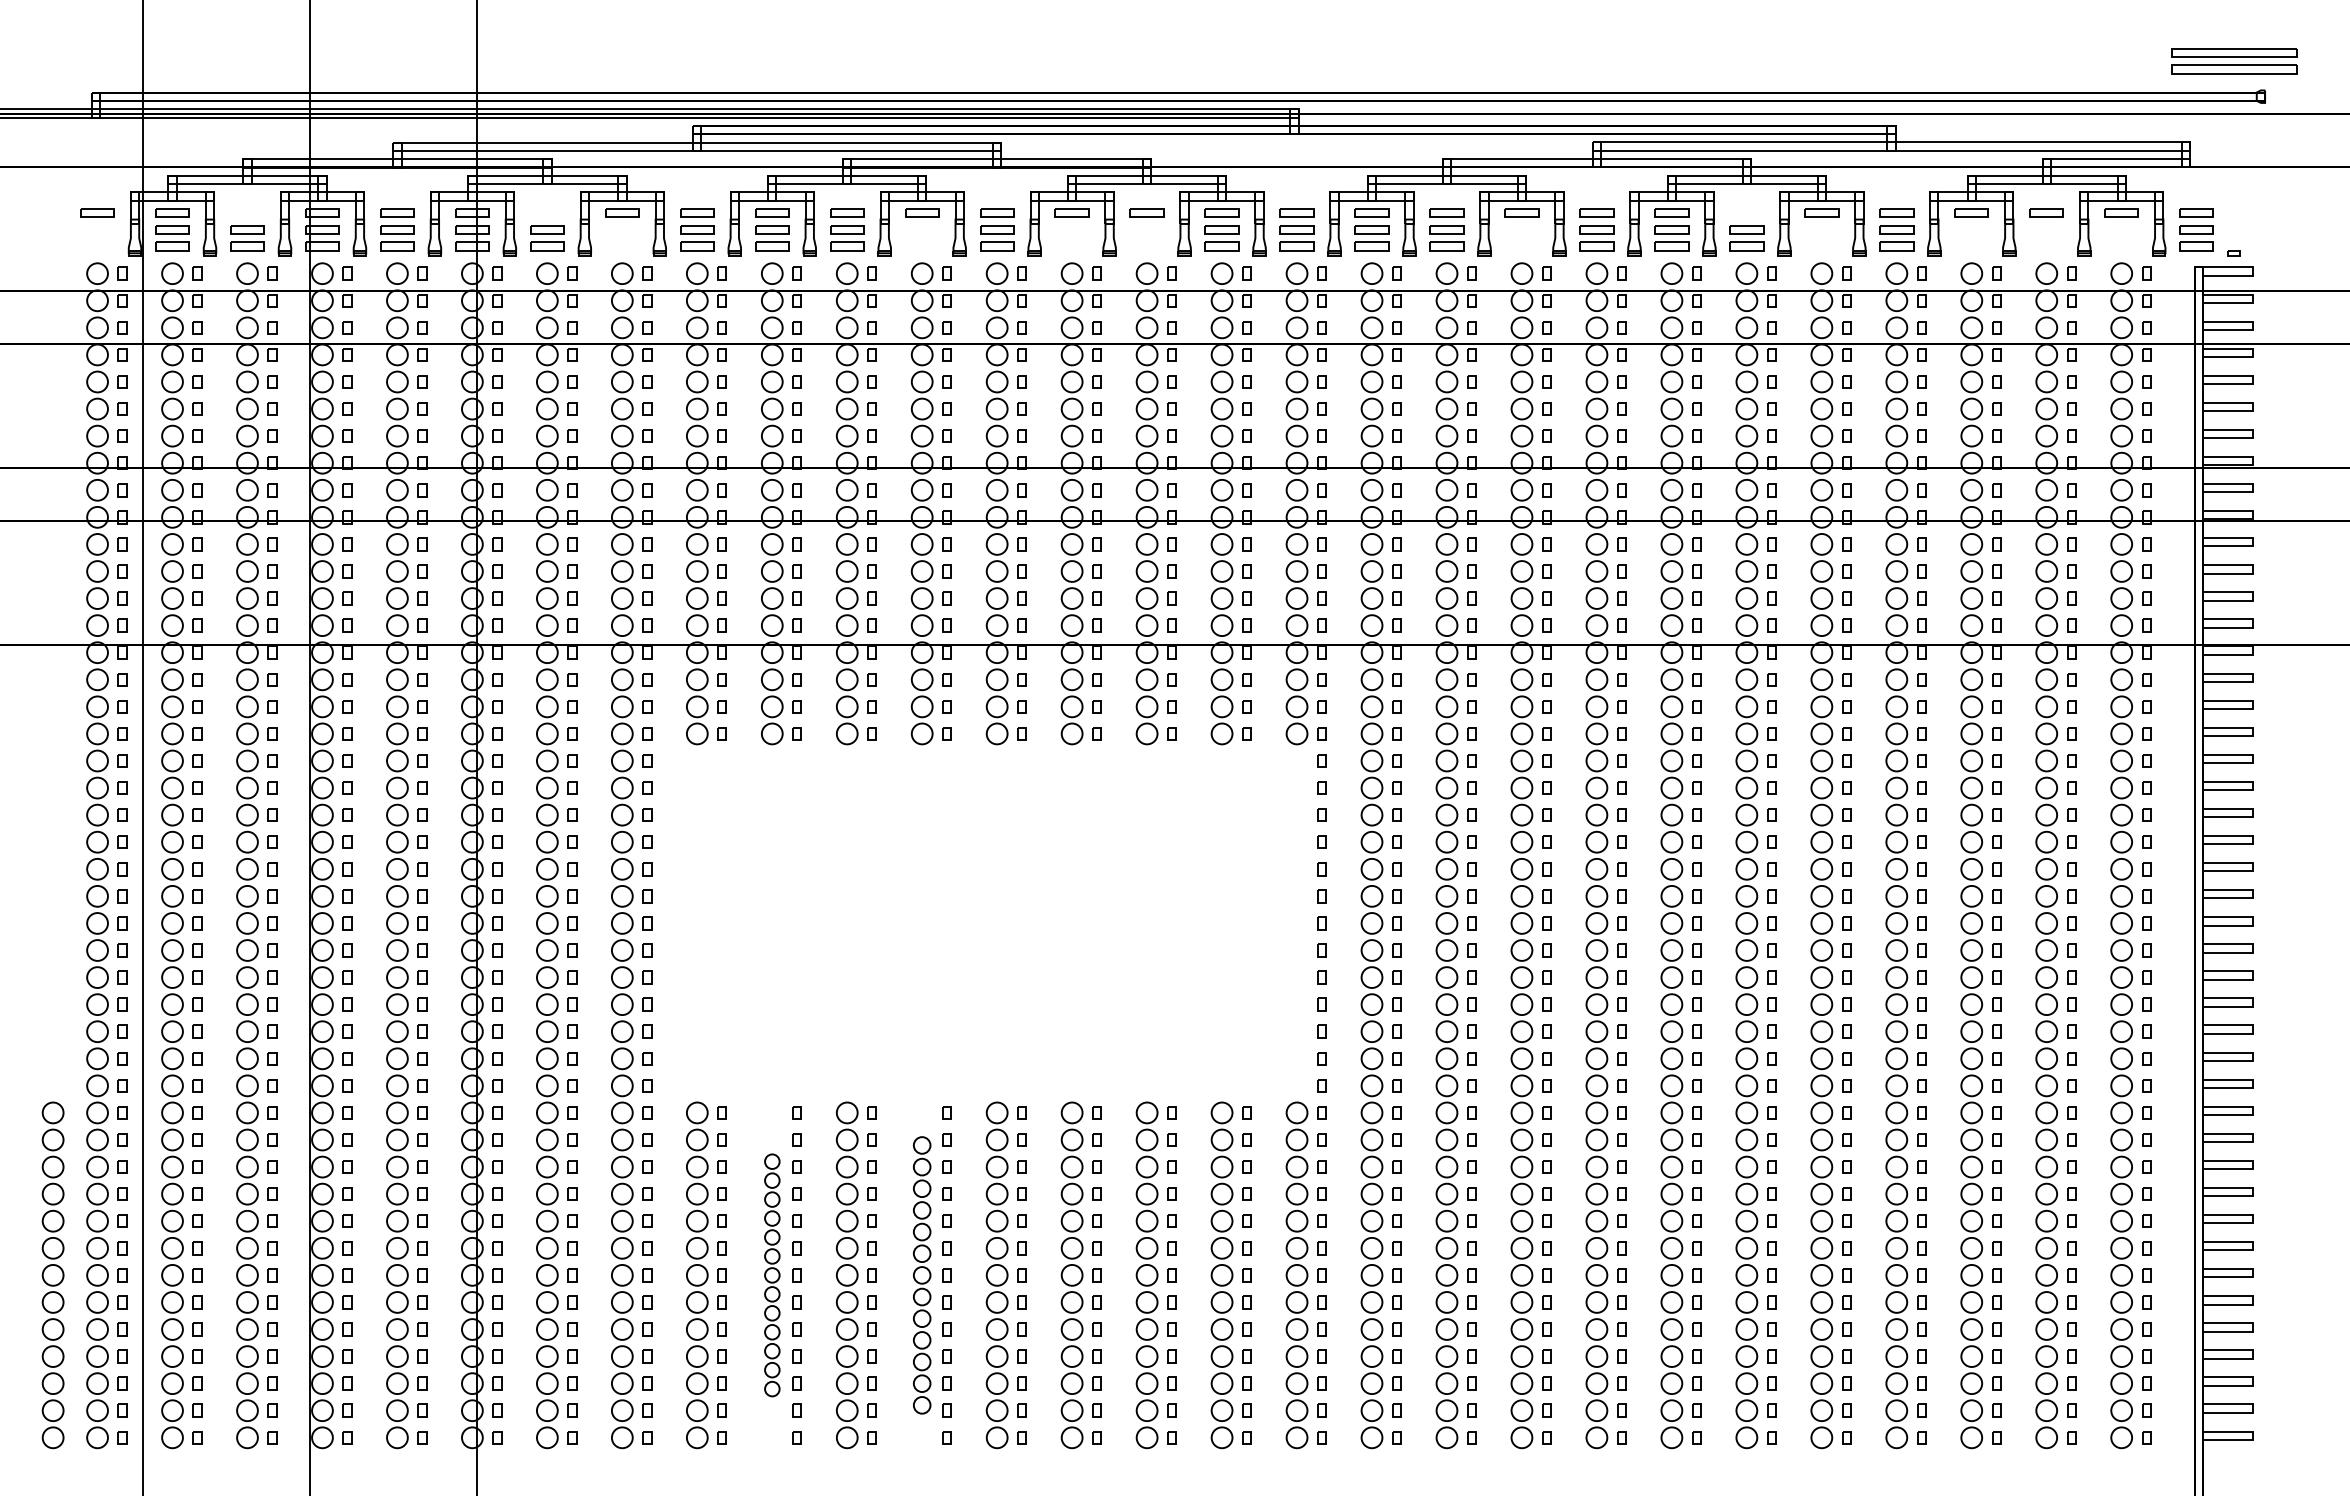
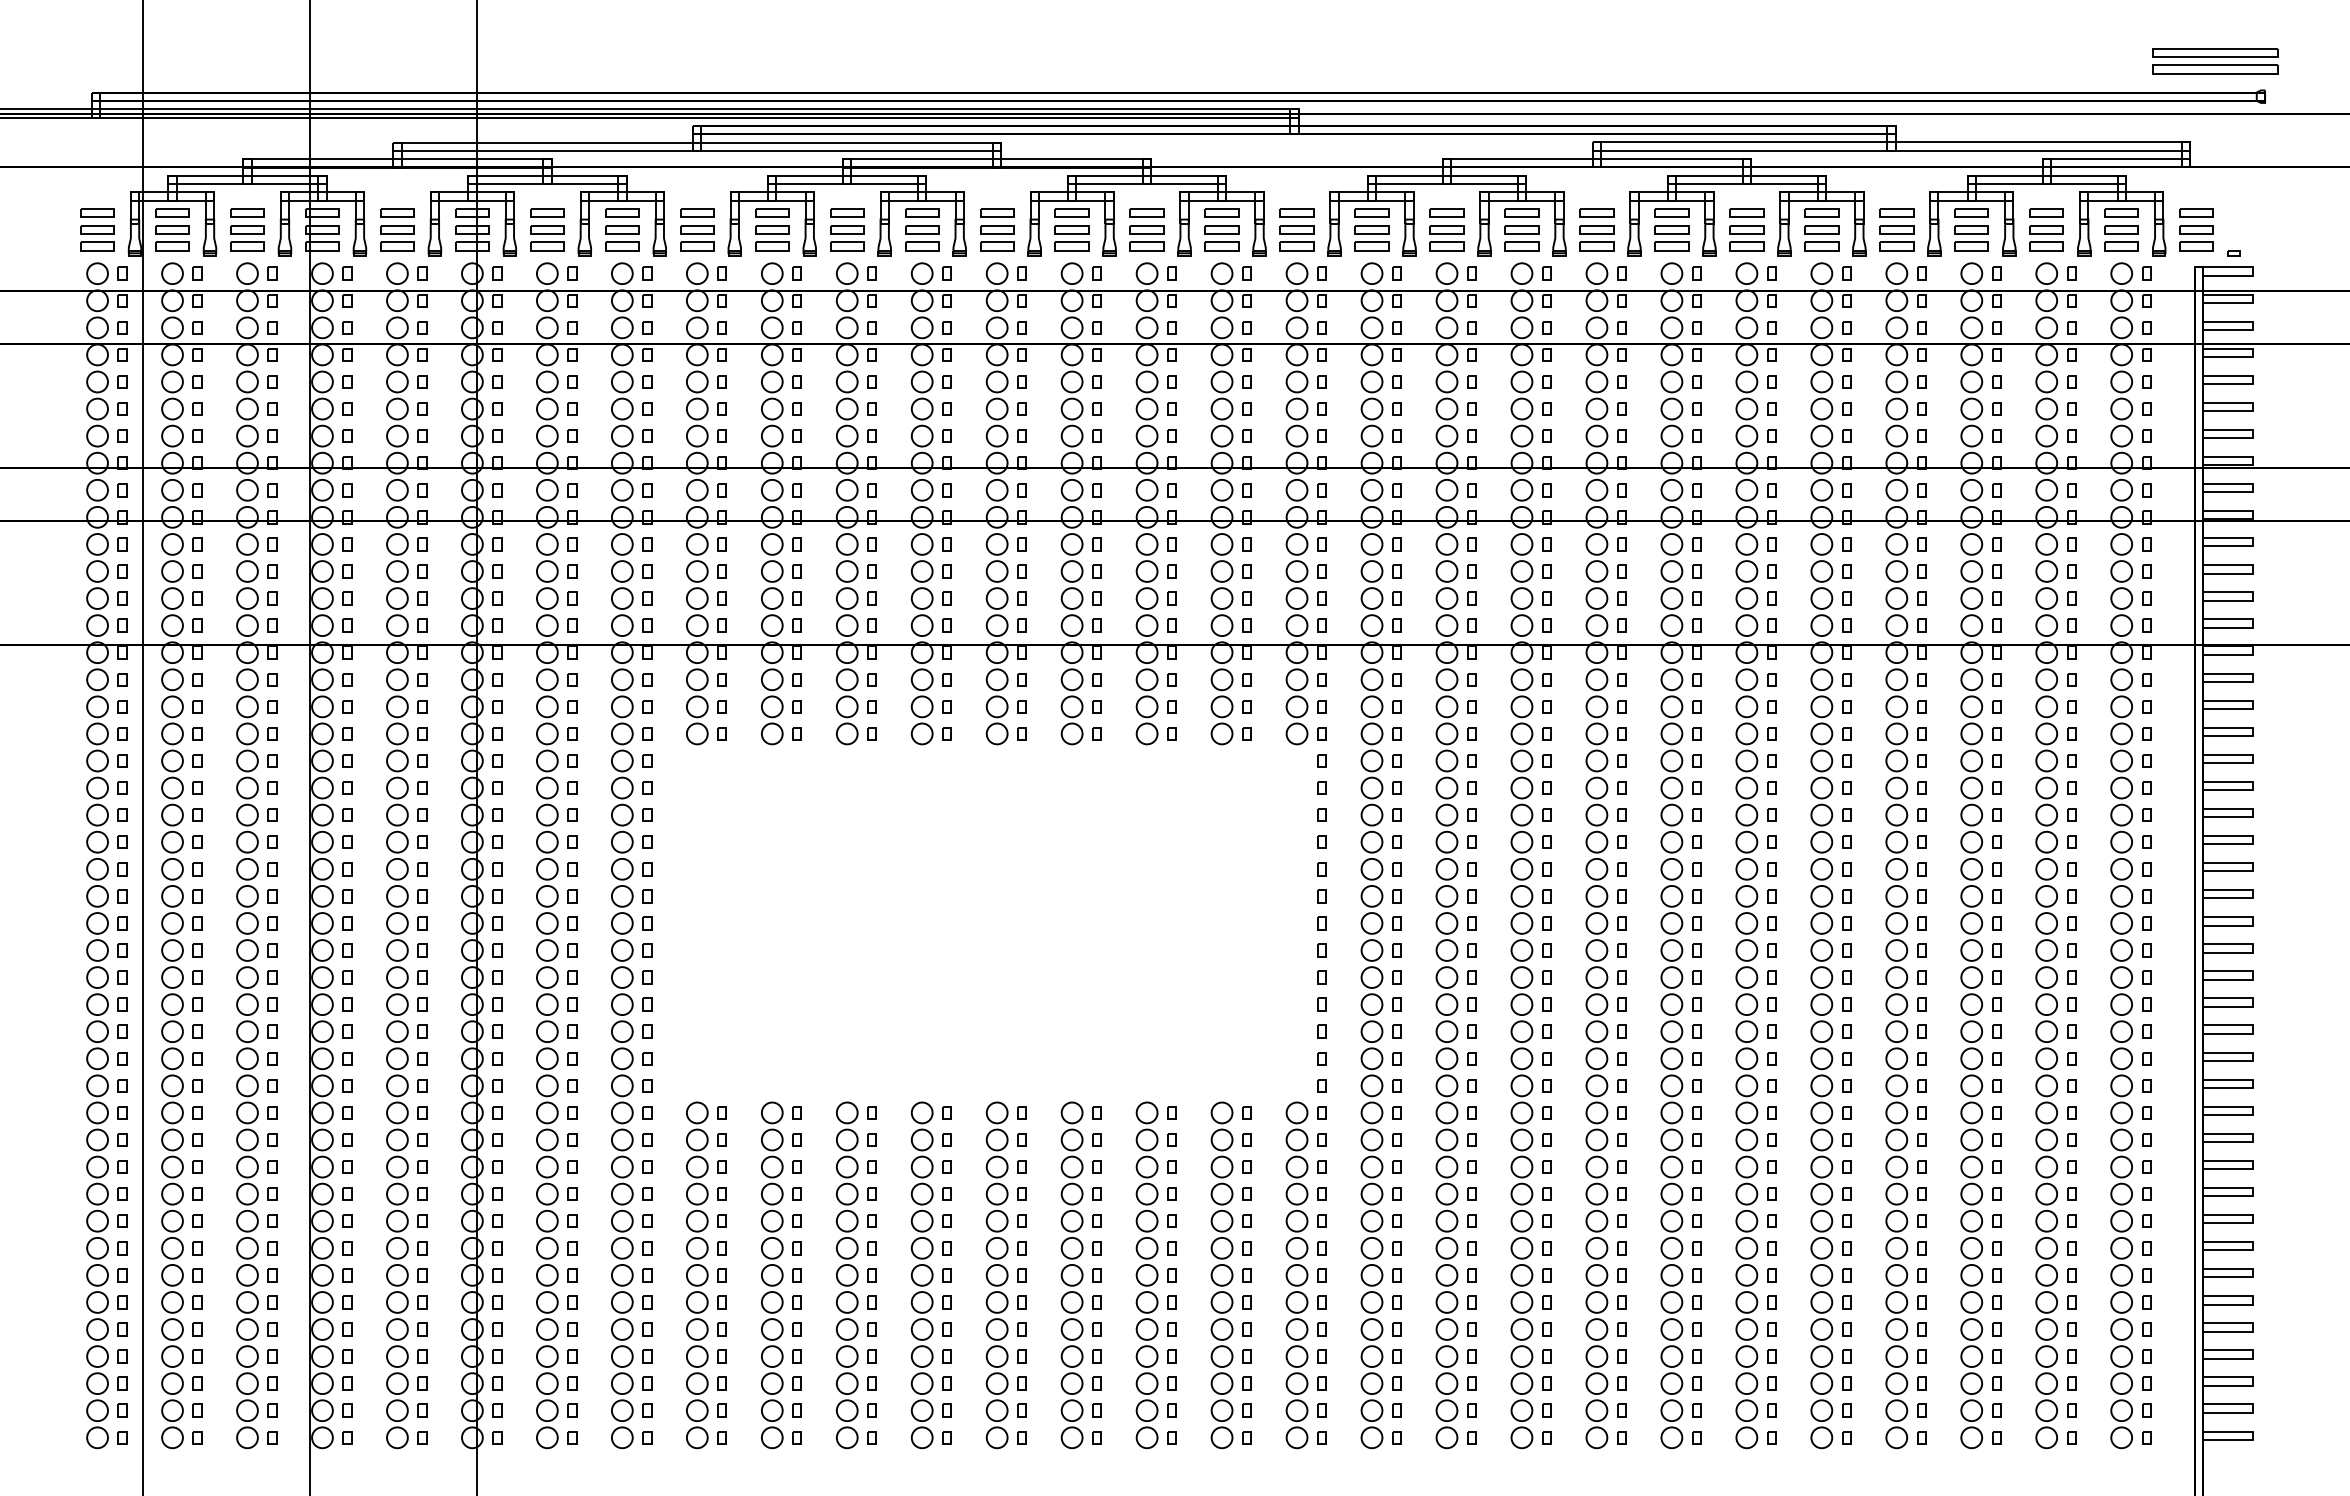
part at (2234, 61) position: (2234, 61) -> (2215, 61)
part at (247, 212): none -> present
part at (547, 212): none -> present
part at (1746, 212): none -> present
part at (97, 238): none -> present
part at (622, 238): none -> present
part at (922, 238): none -> present
part at (1071, 238): none -> present
part at (1146, 238): none -> present
part at (1521, 238): none -> present
part at (1821, 238): none -> present
part at (1971, 238): none -> present
part at (2046, 238): none -> present
part at (2121, 238): none -> present
part at (52, 1275): present -> none
part at (772, 1275) size: 17x245 px -> 23x349 px
part at (922, 1275) size: 19x279 px -> 24x349 px
